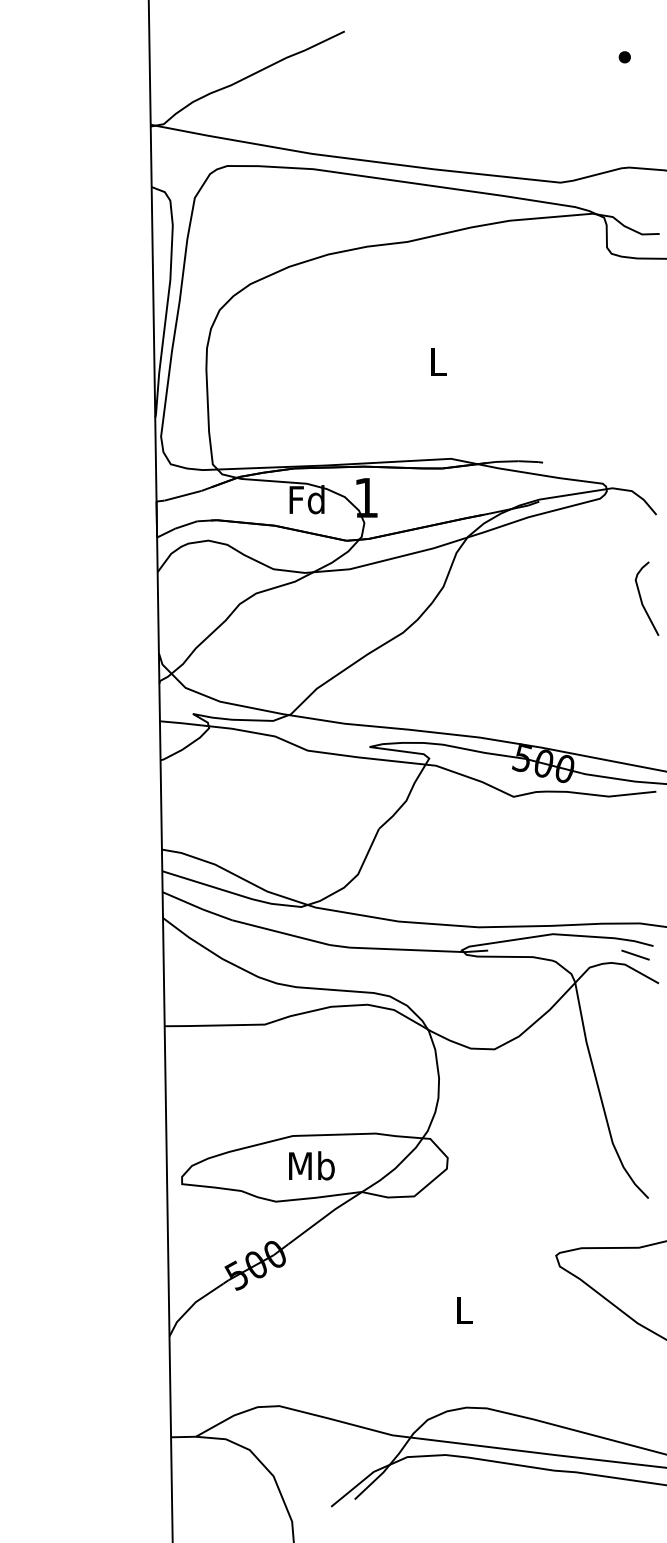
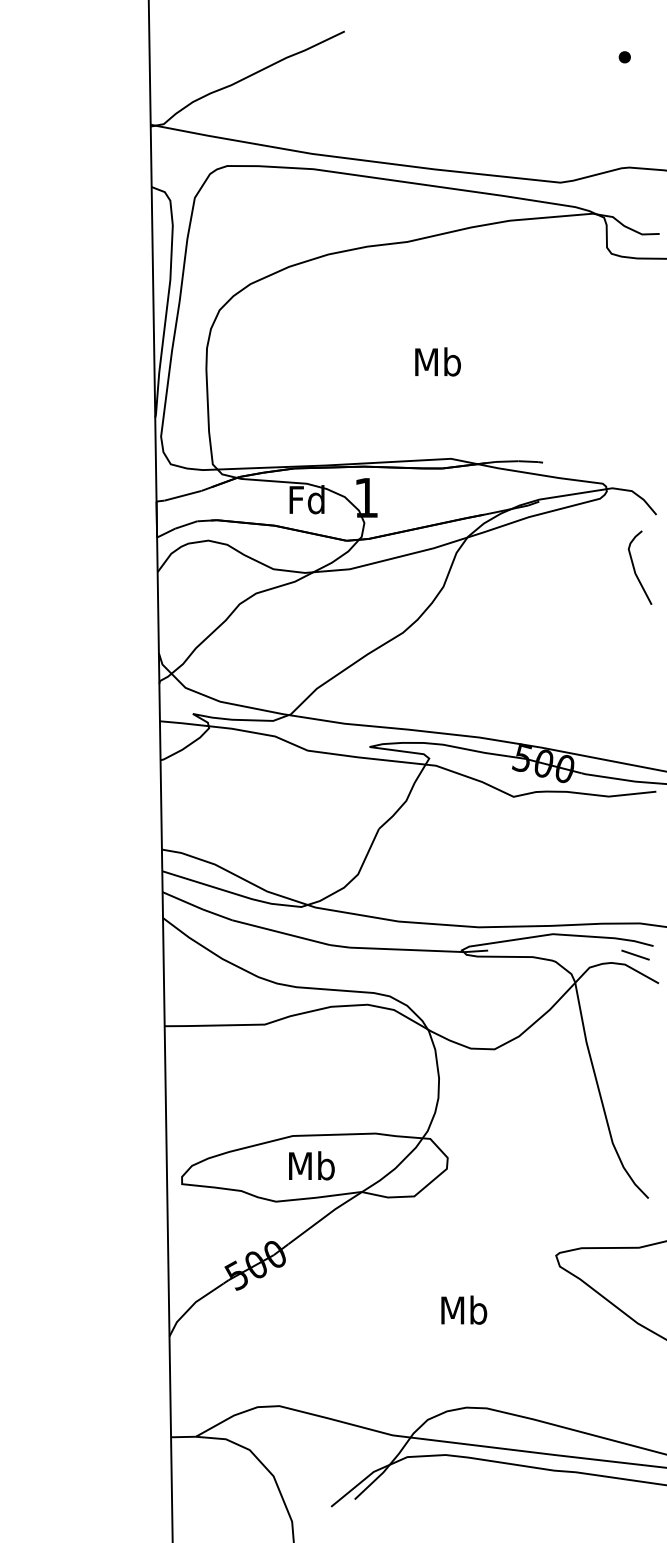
text at (437, 361): L -> Mb
curve at (642, 600) position: (642, 600) -> (635, 569)
text at (464, 1309): L -> Mb
